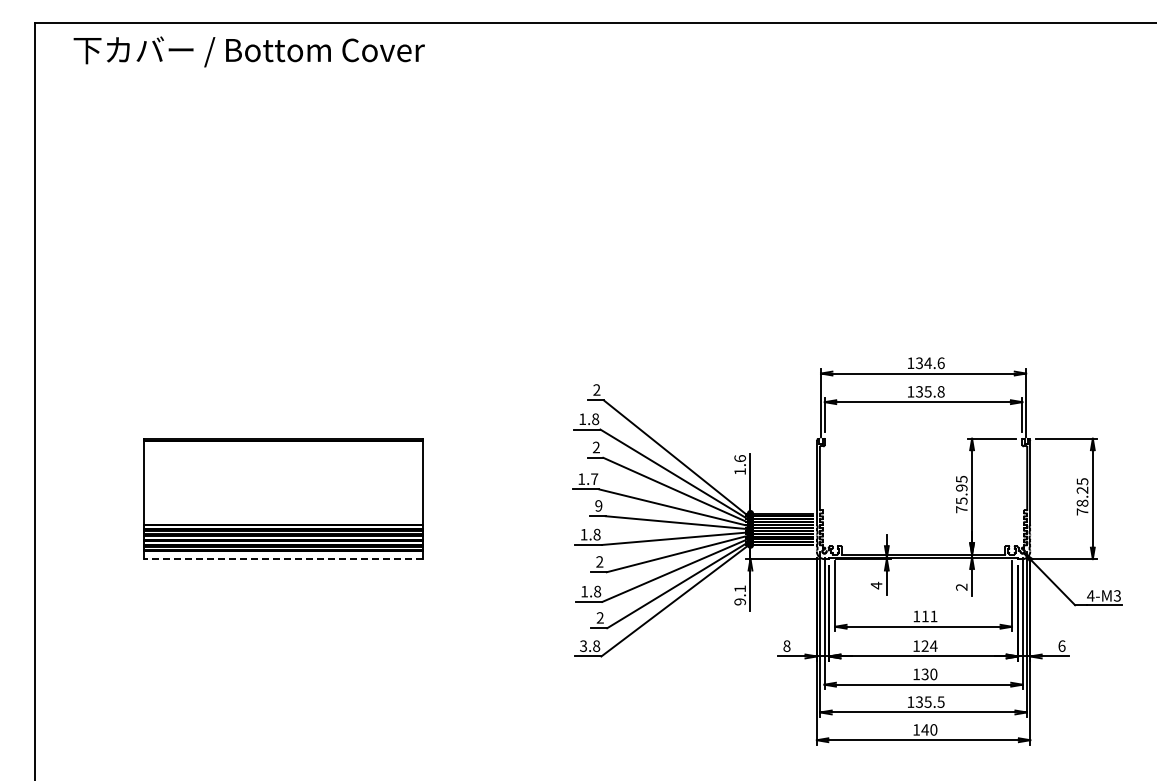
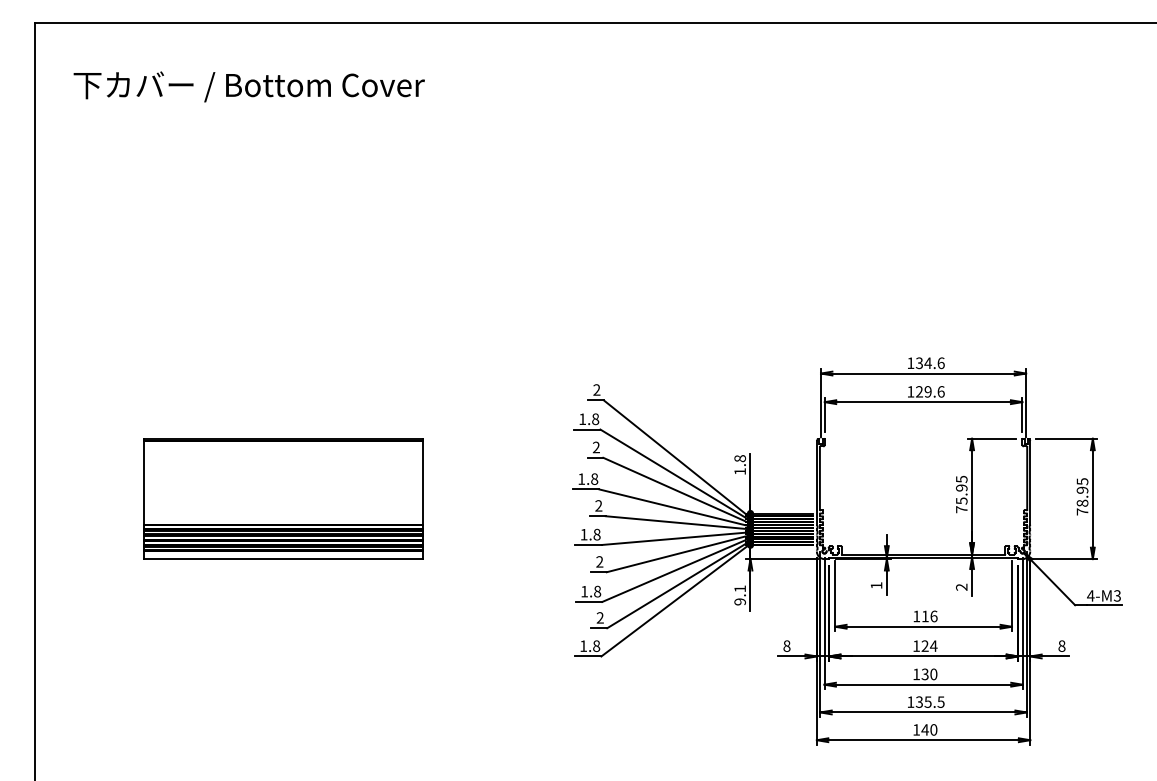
text at (248, 51) position: (248, 51) -> (248, 86)
text at (930, 391): 135.8 -> 129.6
text at (739, 458): 1.6 -> 1.8
text at (594, 478): 1.7 -> 1.8
text at (1082, 489): 78.25 -> 78.95
text at (598, 505): 9 -> 2
line at (283, 559): dashed -> solid
text at (876, 585): 4 -> 1
text at (933, 616): 111 -> 116
text at (1061, 645): 6 -> 8
text at (583, 646): 3.8 -> 1.8
